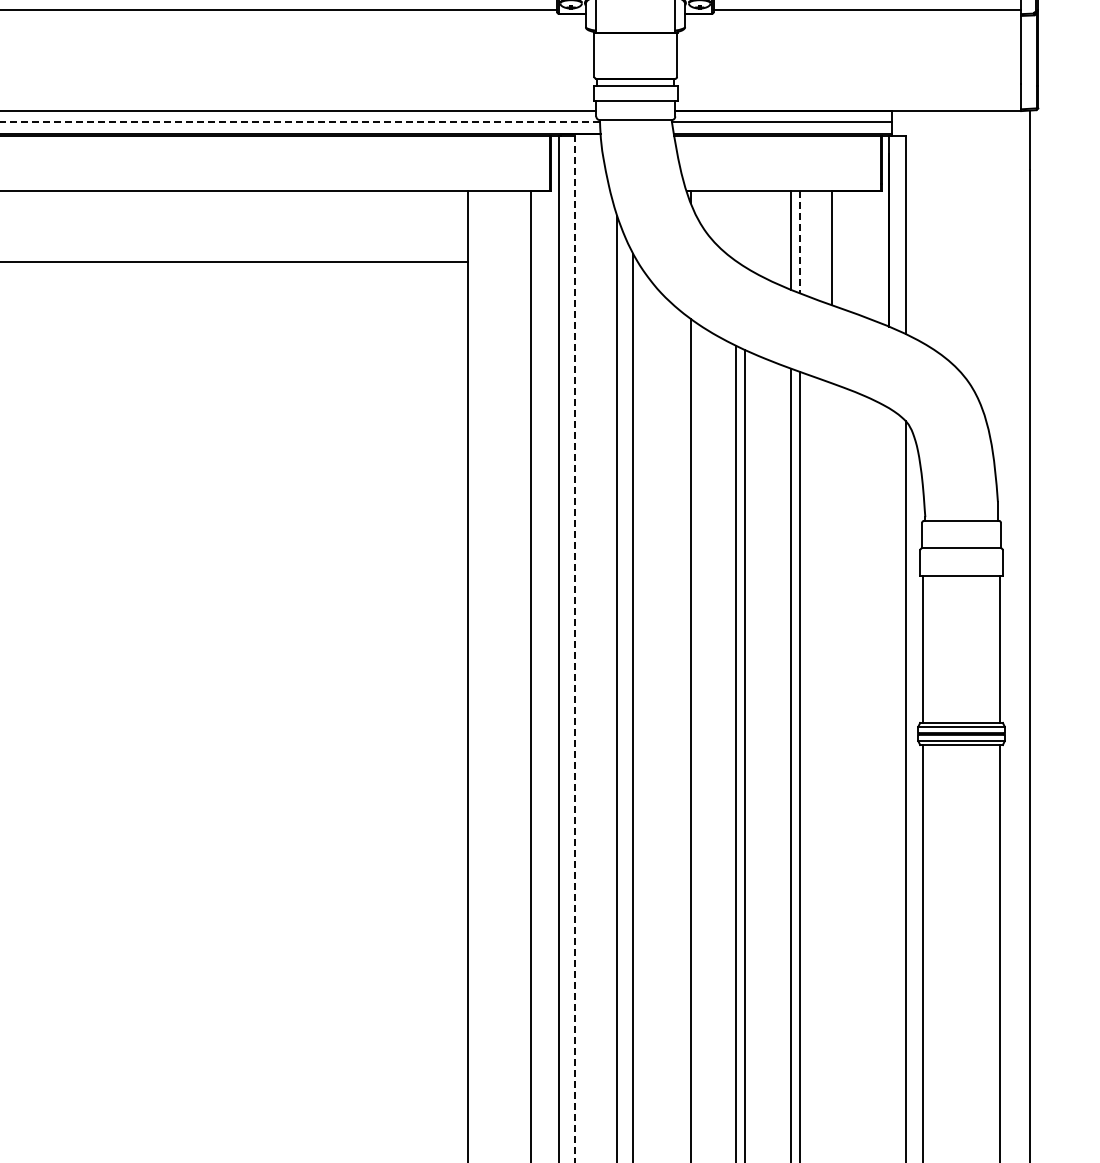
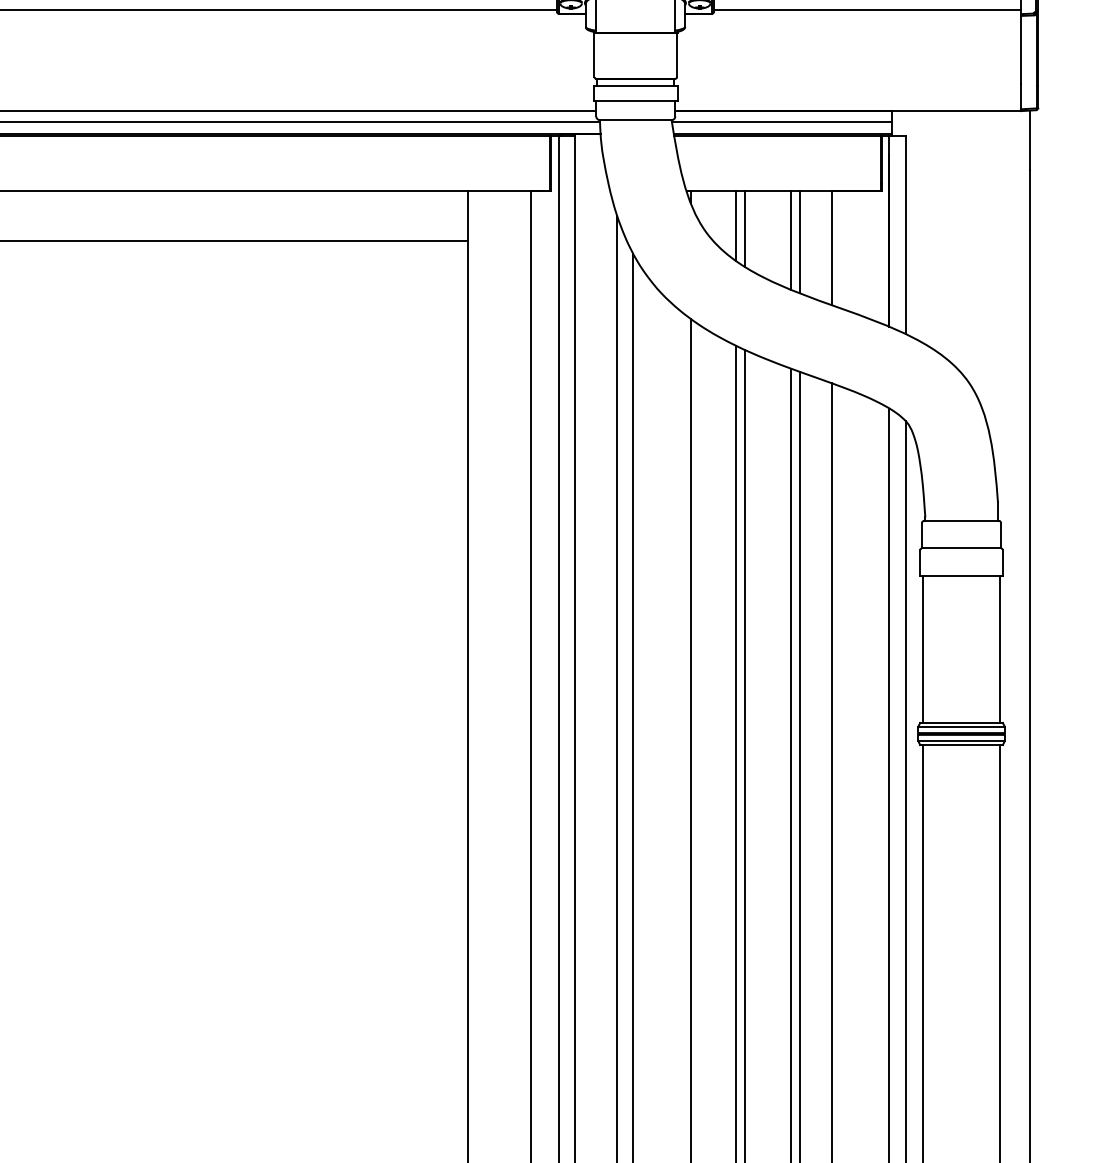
line at (299, 121): dashed -> solid
line at (735, 225): none -> present
line at (744, 228): none -> present
line at (799, 242): dashed -> solid
line at (235, 262) position: (235, 262) -> (235, 241)
line at (574, 649): dashed -> solid
line at (832, 771): none -> present
line at (889, 783): none -> present
